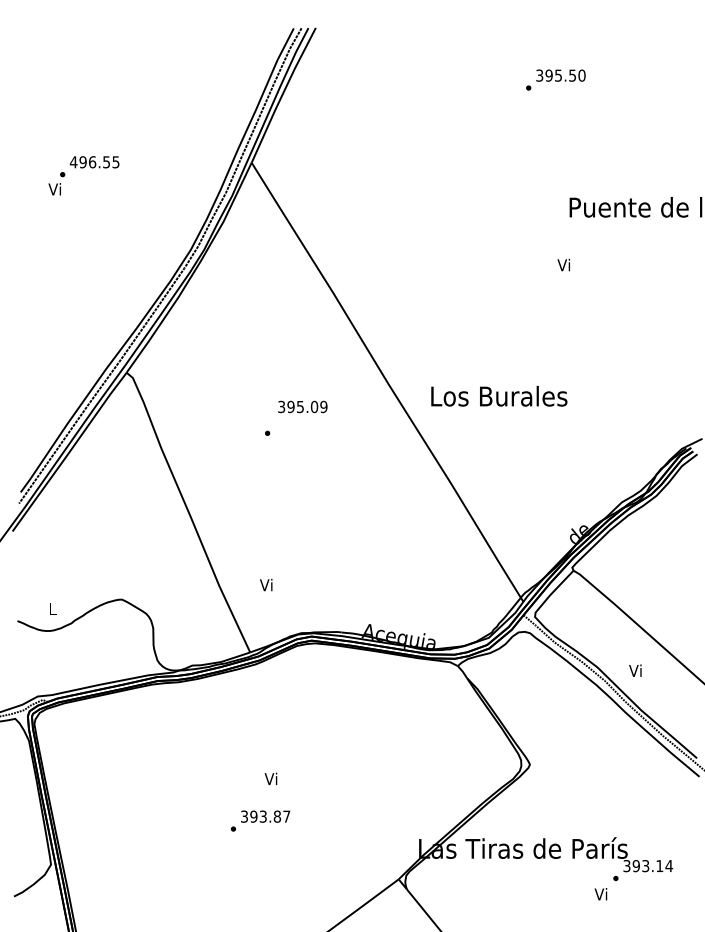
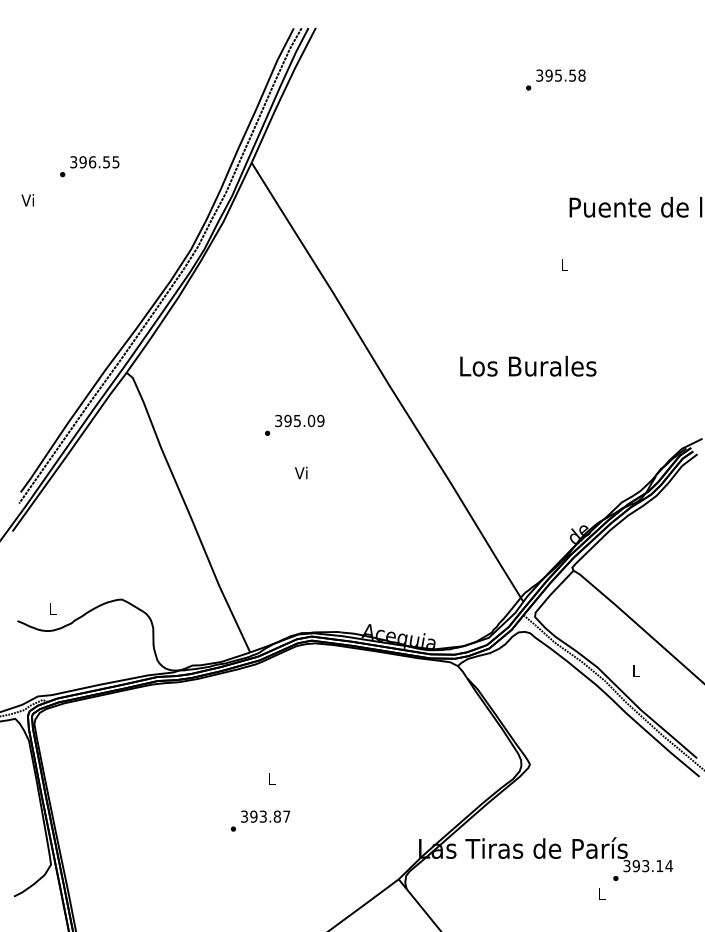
text at (581, 75): 395.50 -> 395.58
text at (73, 162): 496.55 -> 396.55
text at (54, 189) position: (54, 189) -> (27, 200)
text at (563, 264): Vi -> L
text at (499, 395) position: (499, 395) -> (528, 365)
text at (302, 406) position: (302, 406) -> (299, 420)
text at (266, 584) position: (266, 584) -> (301, 472)
text at (635, 670): Vi -> L
text at (270, 778): Vi -> L
text at (600, 894): Vi -> L
